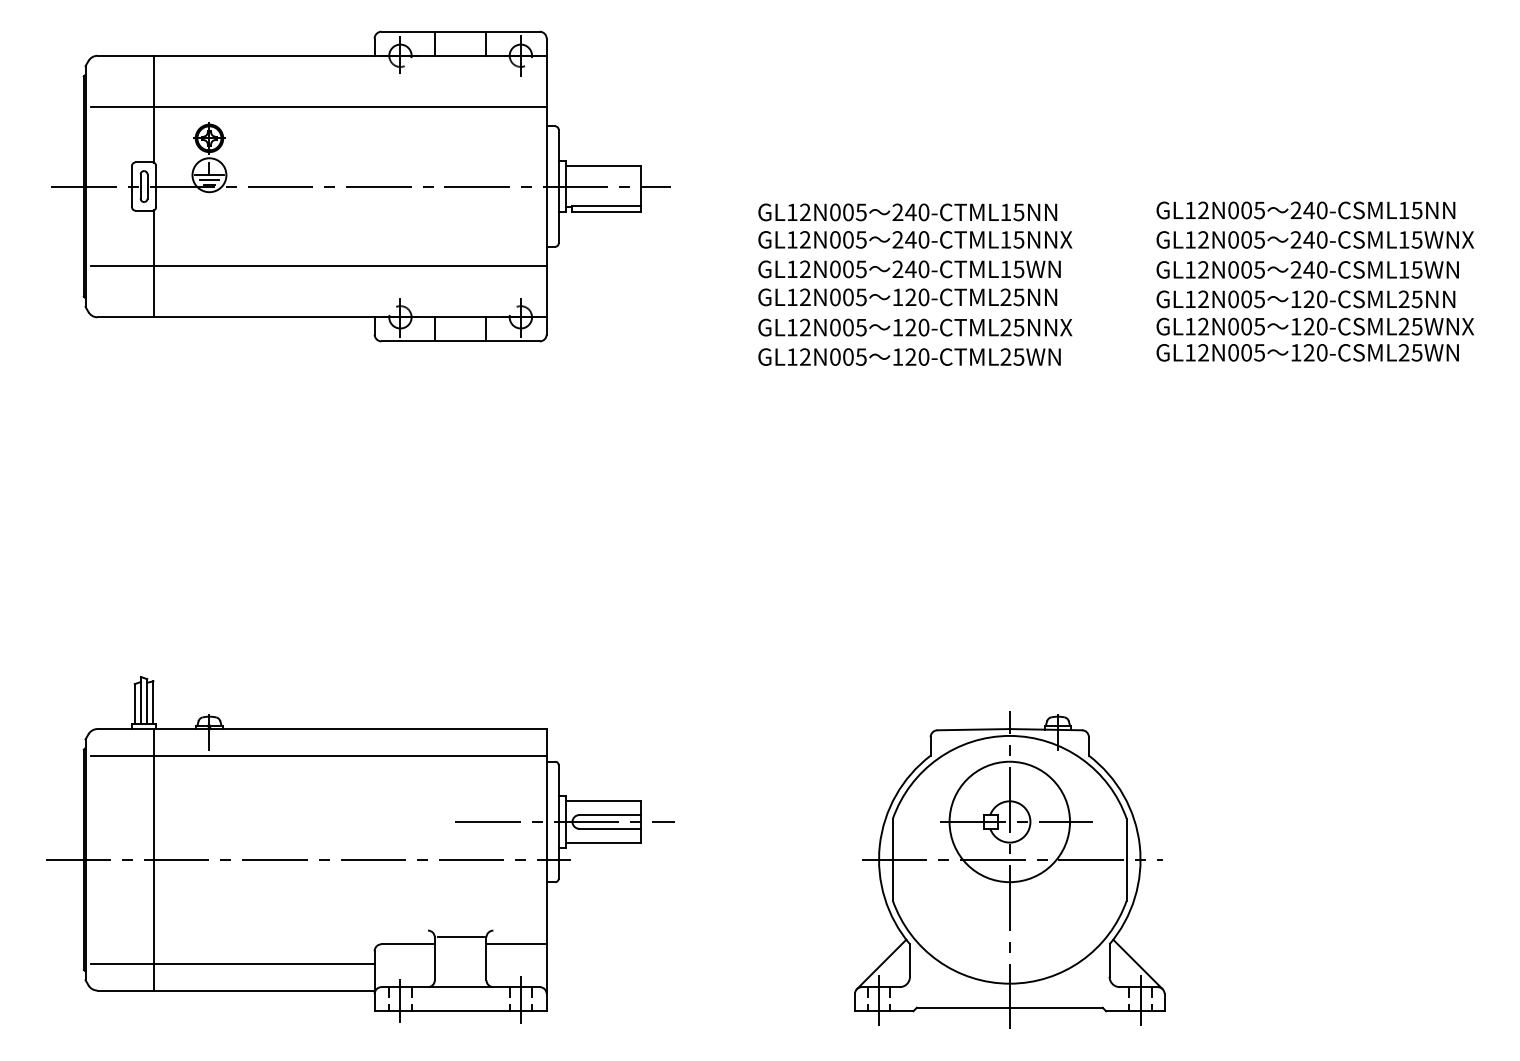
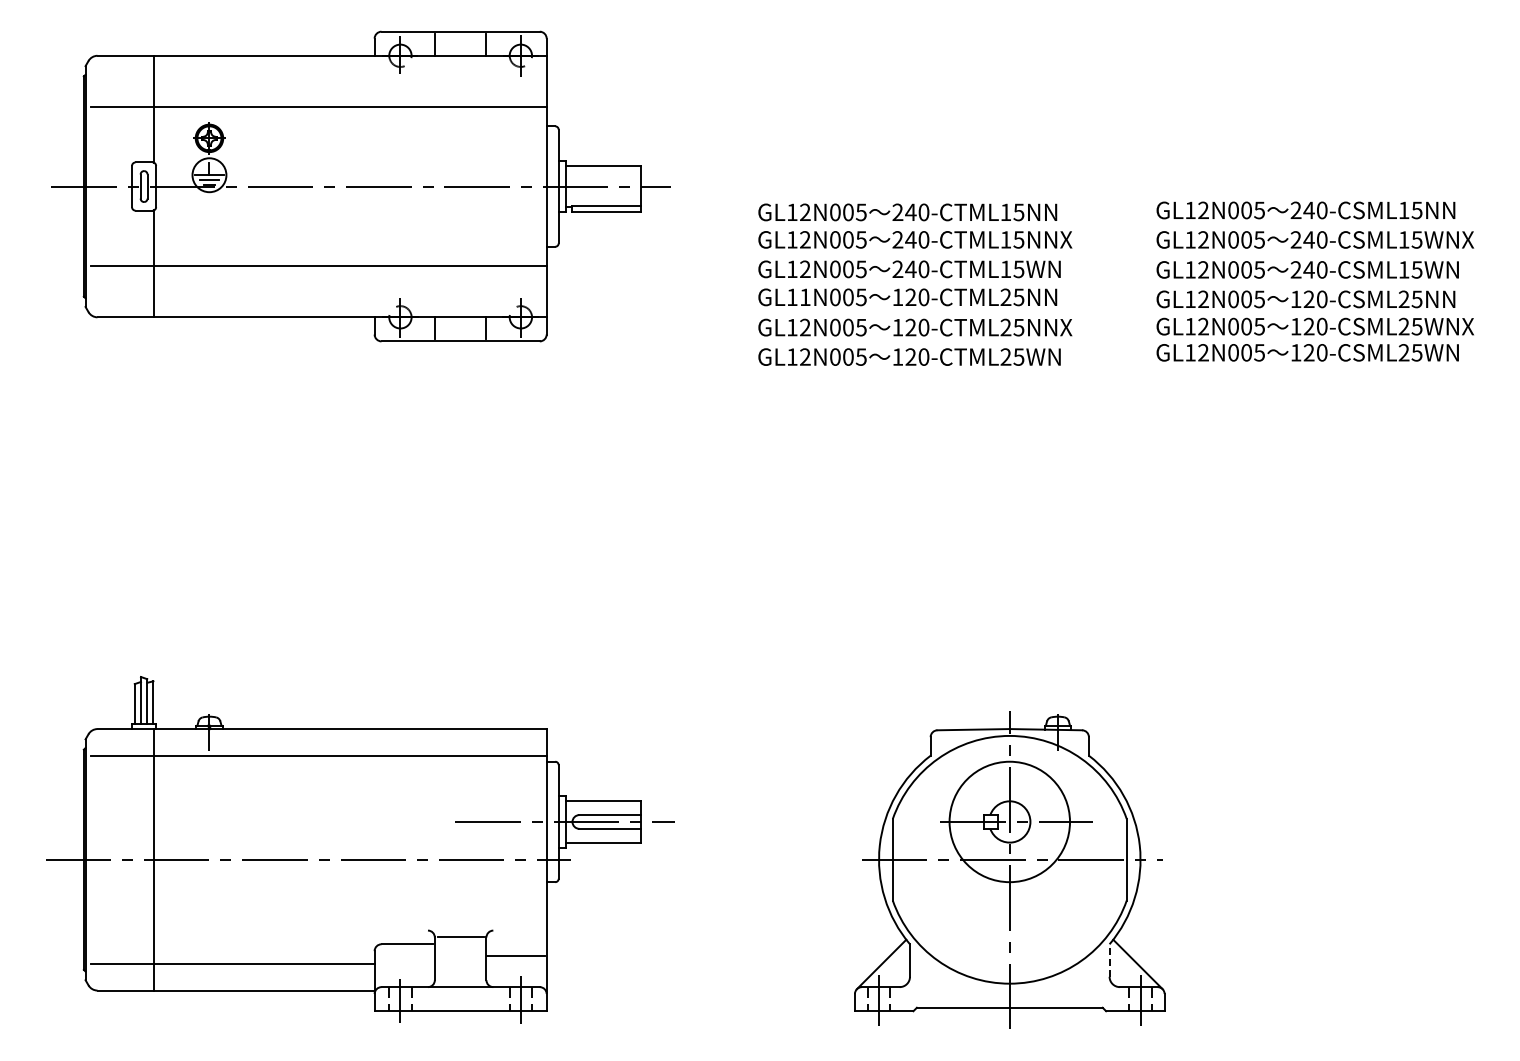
text at (805, 296): GL12N005 -> GL11N005
line at (516, 944) position: (516, 944) -> (516, 956)
line at (1109, 960): solid -> dashed
